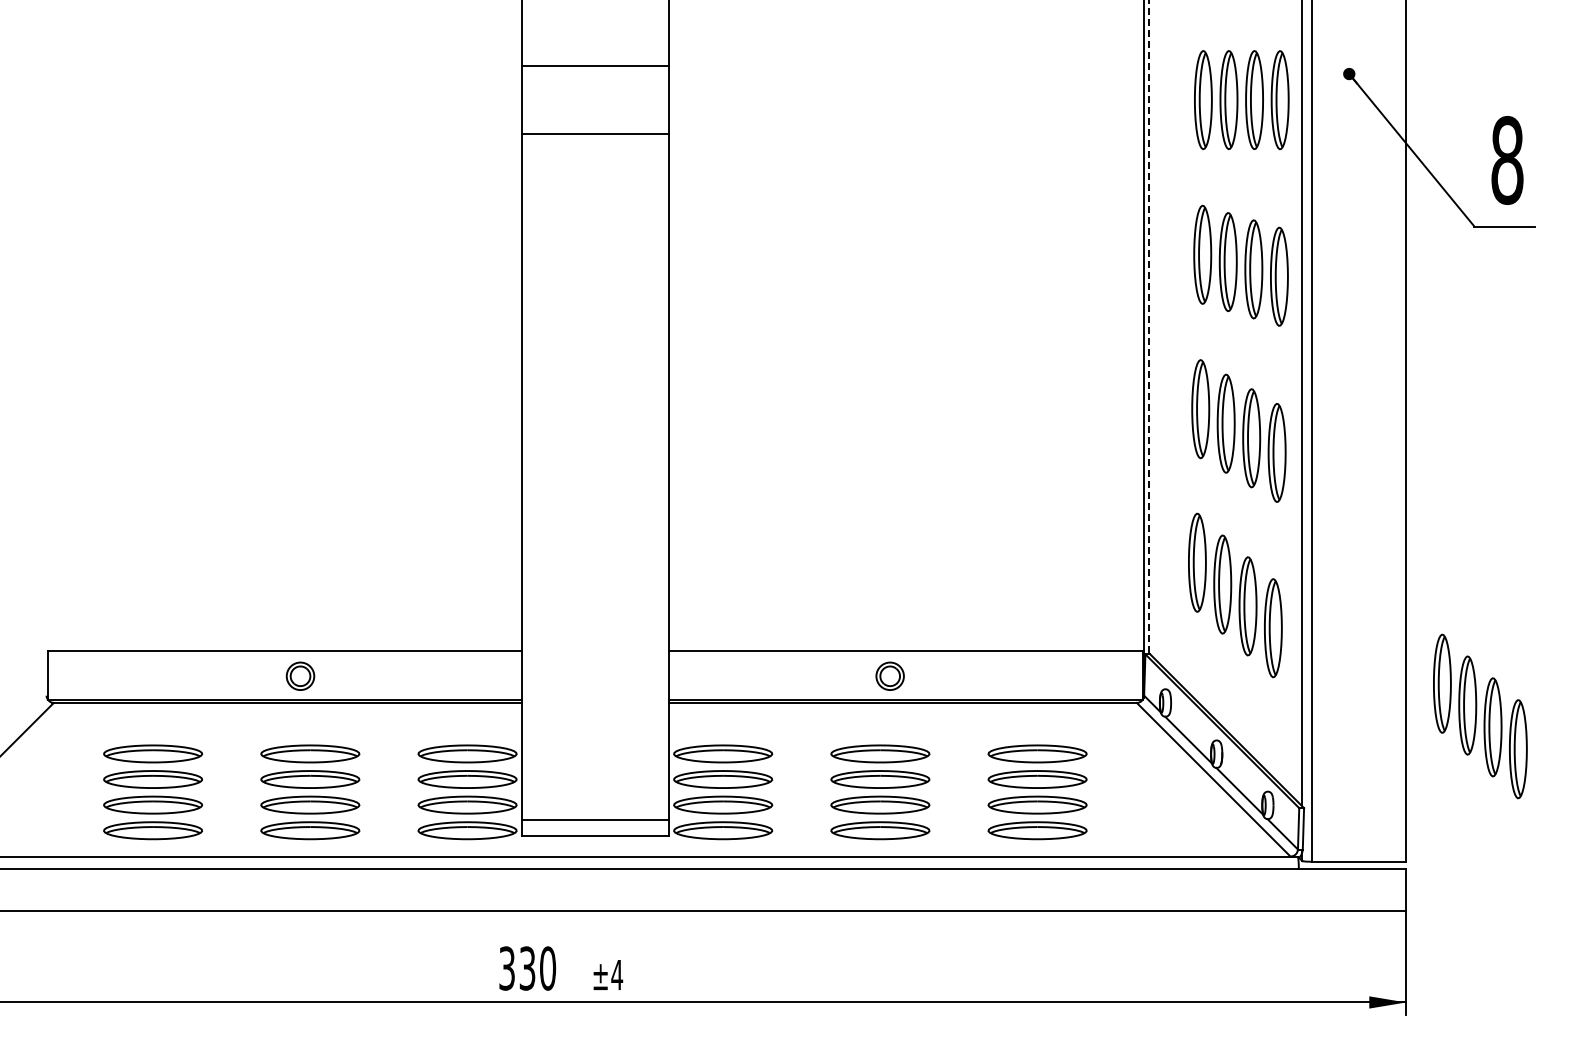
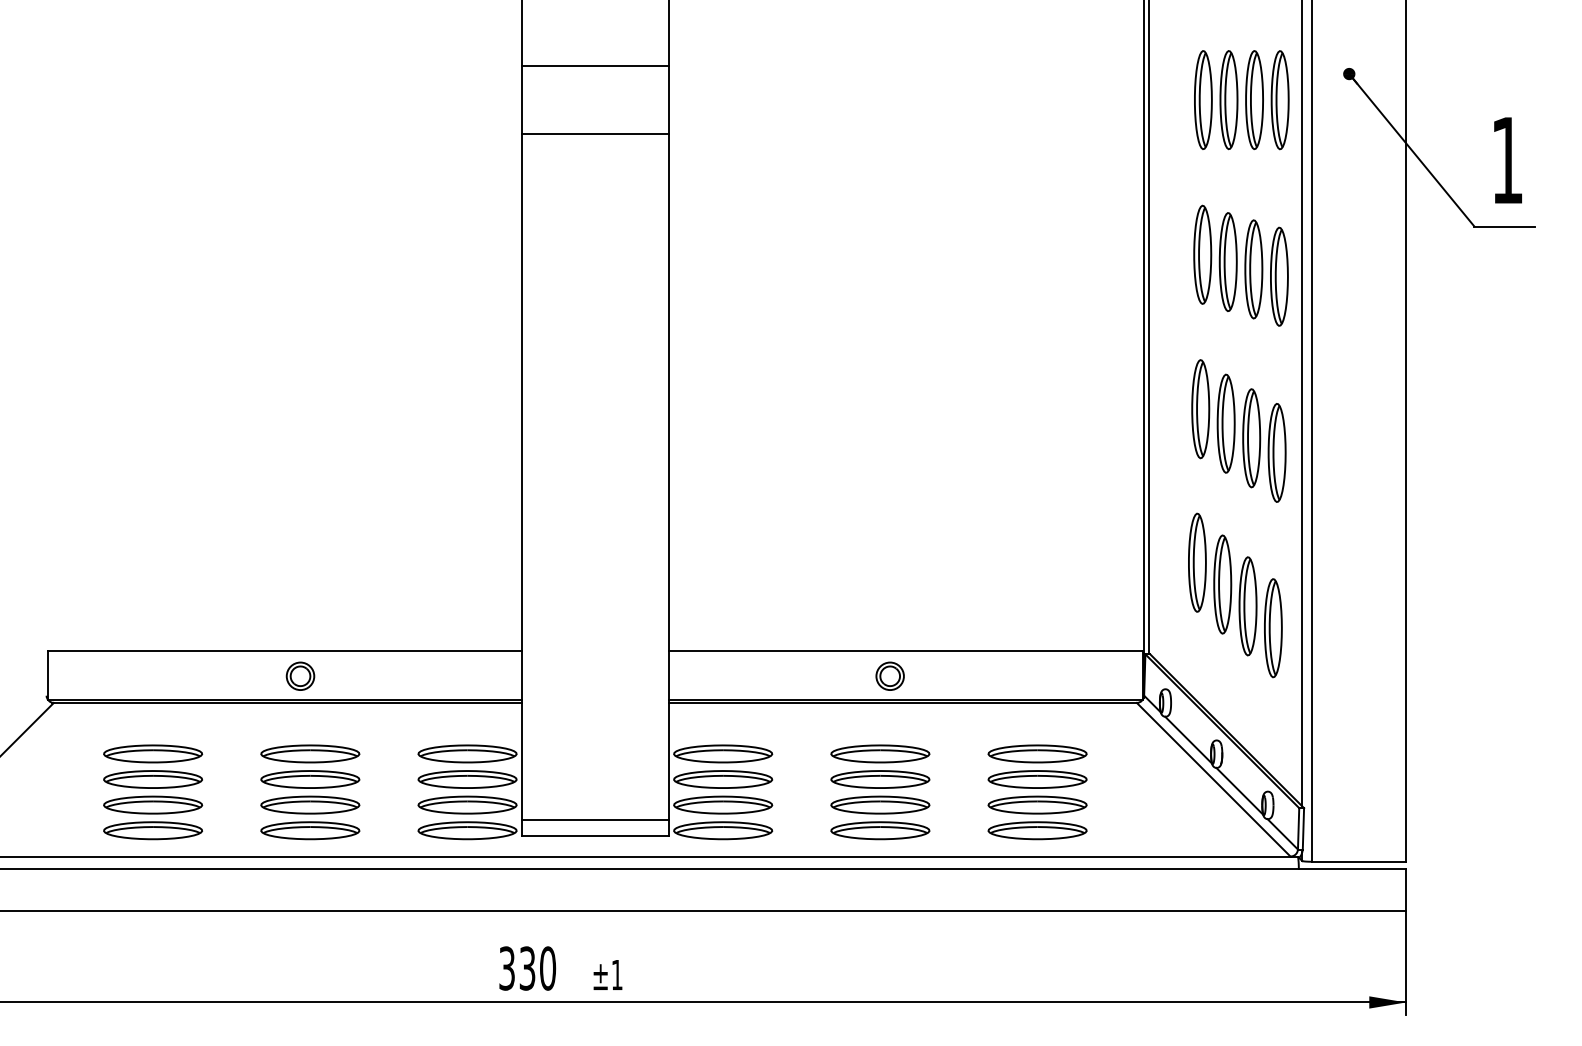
text at (1507, 159): 8 -> 1
line at (1148, 327): dashed -> solid
part at (1480, 716): present -> none
text at (617, 974): ±4 -> ±1
